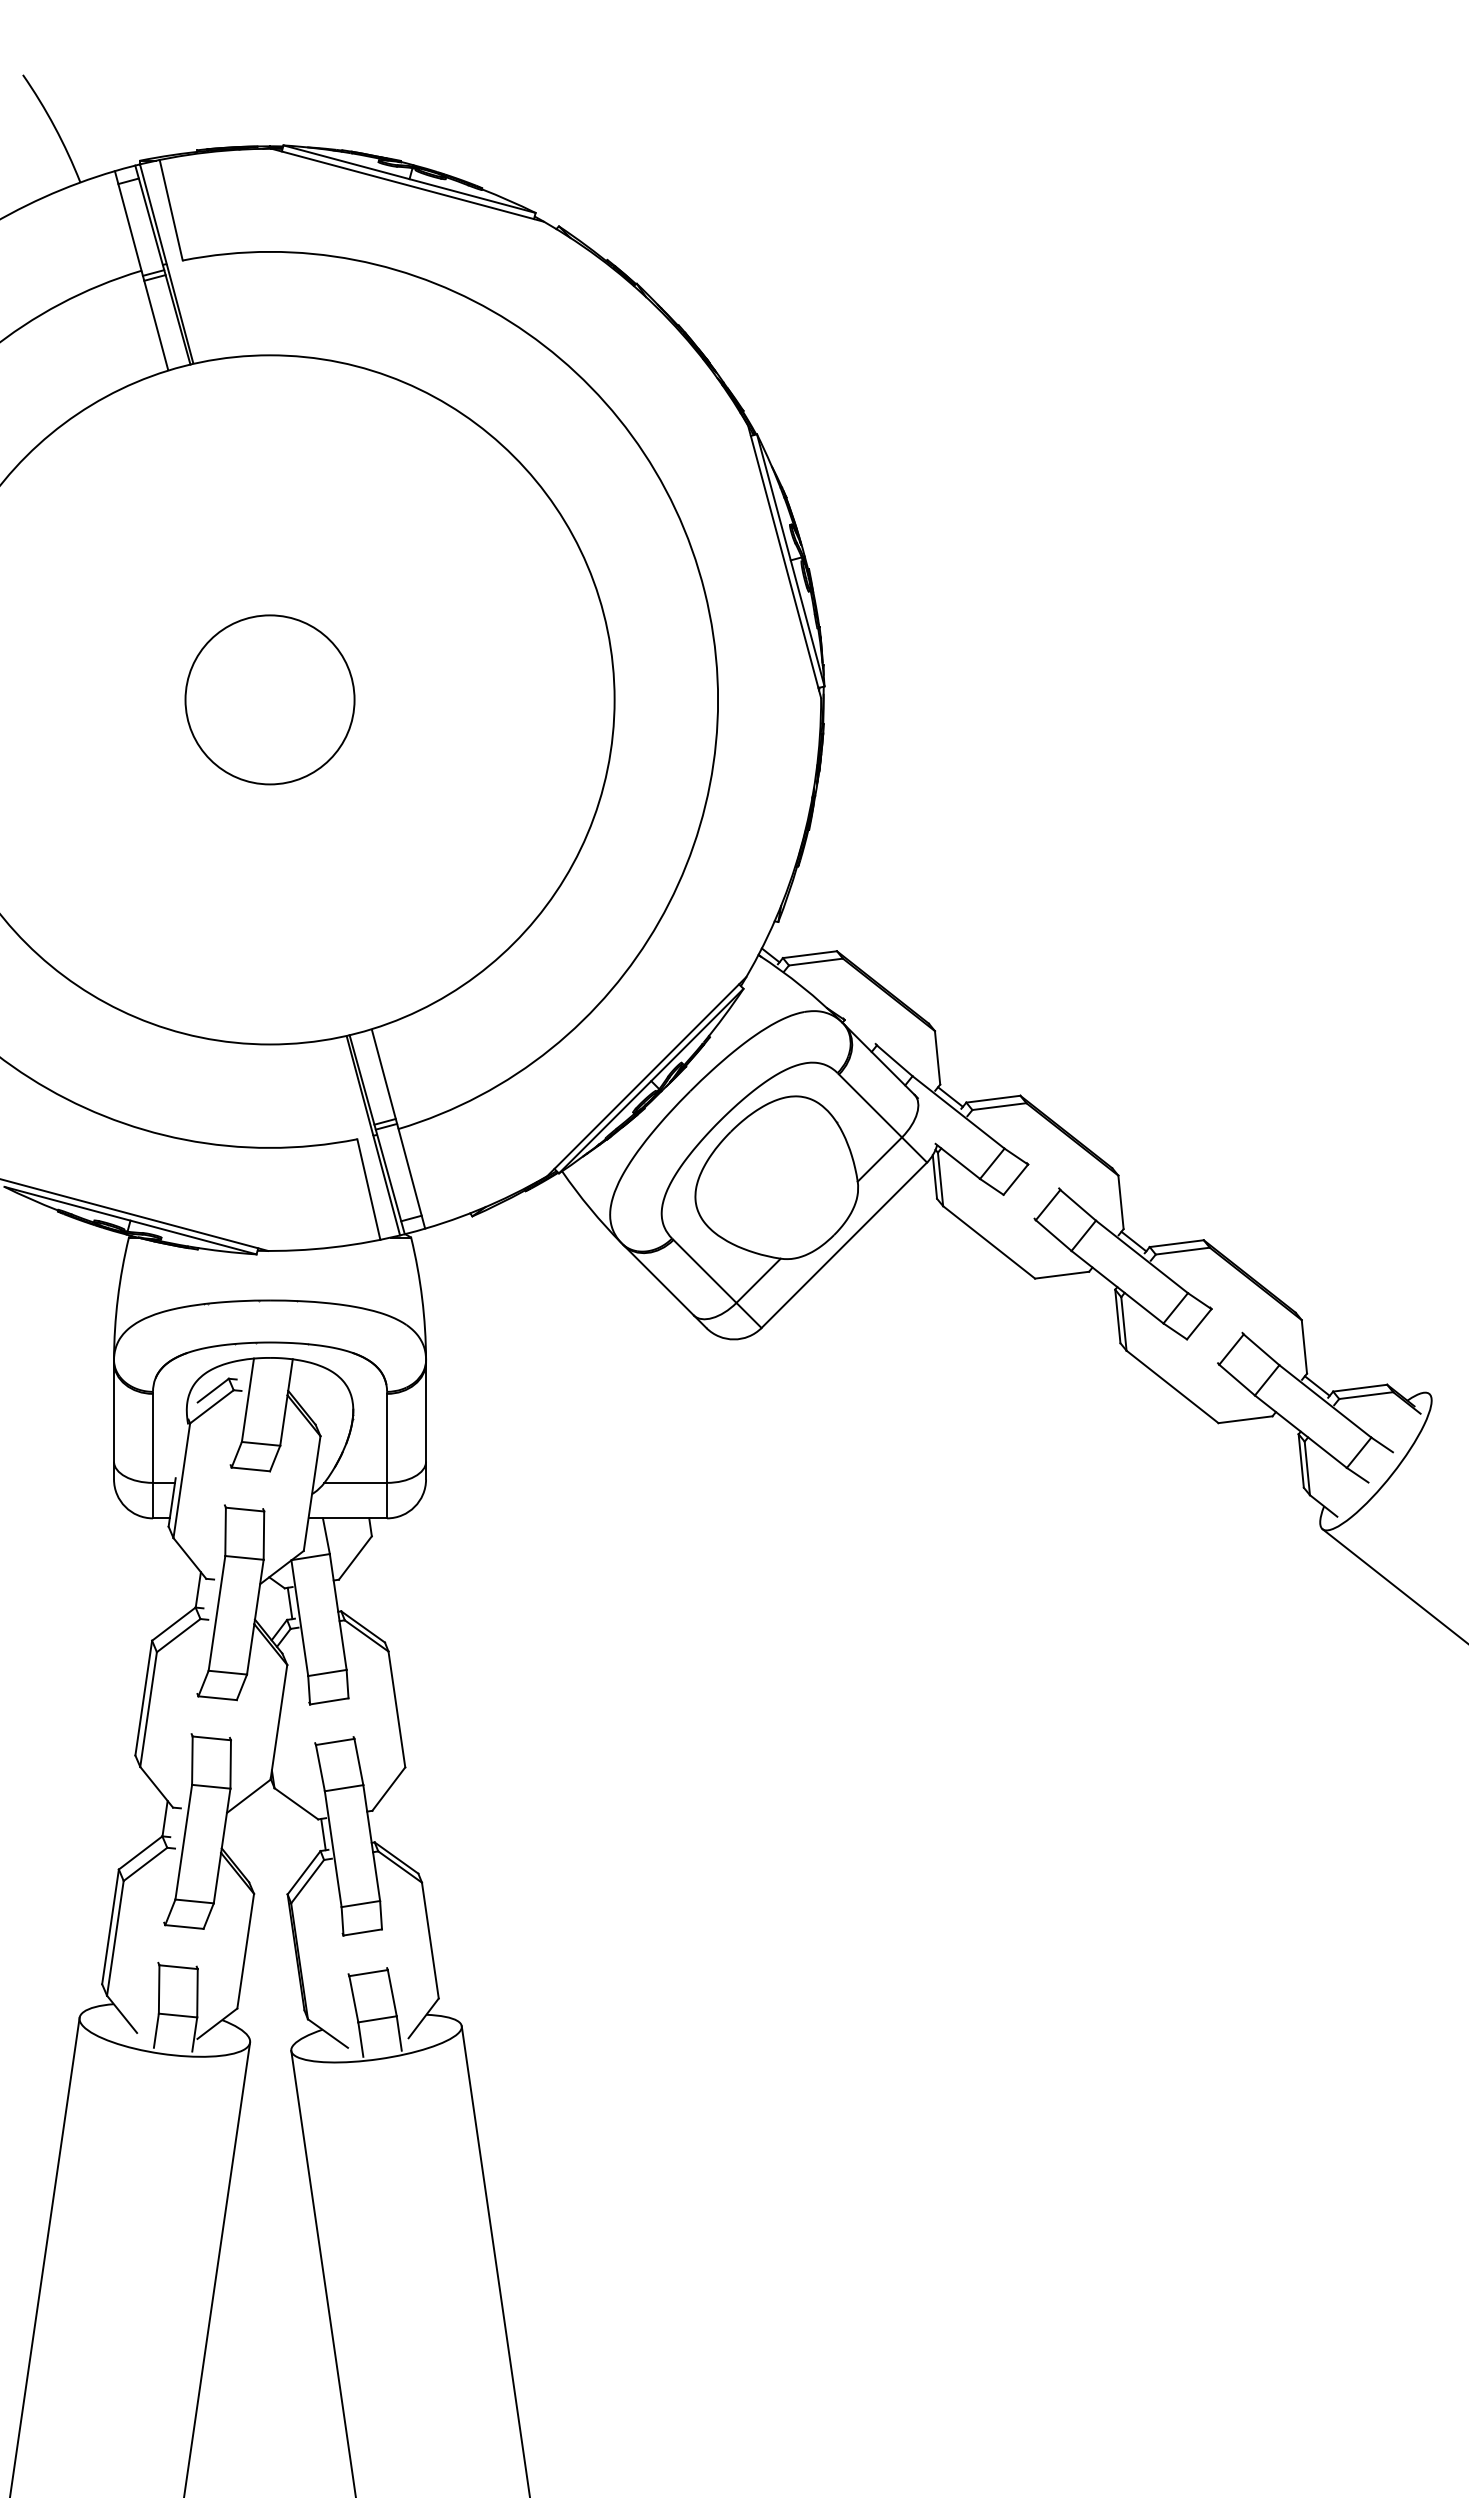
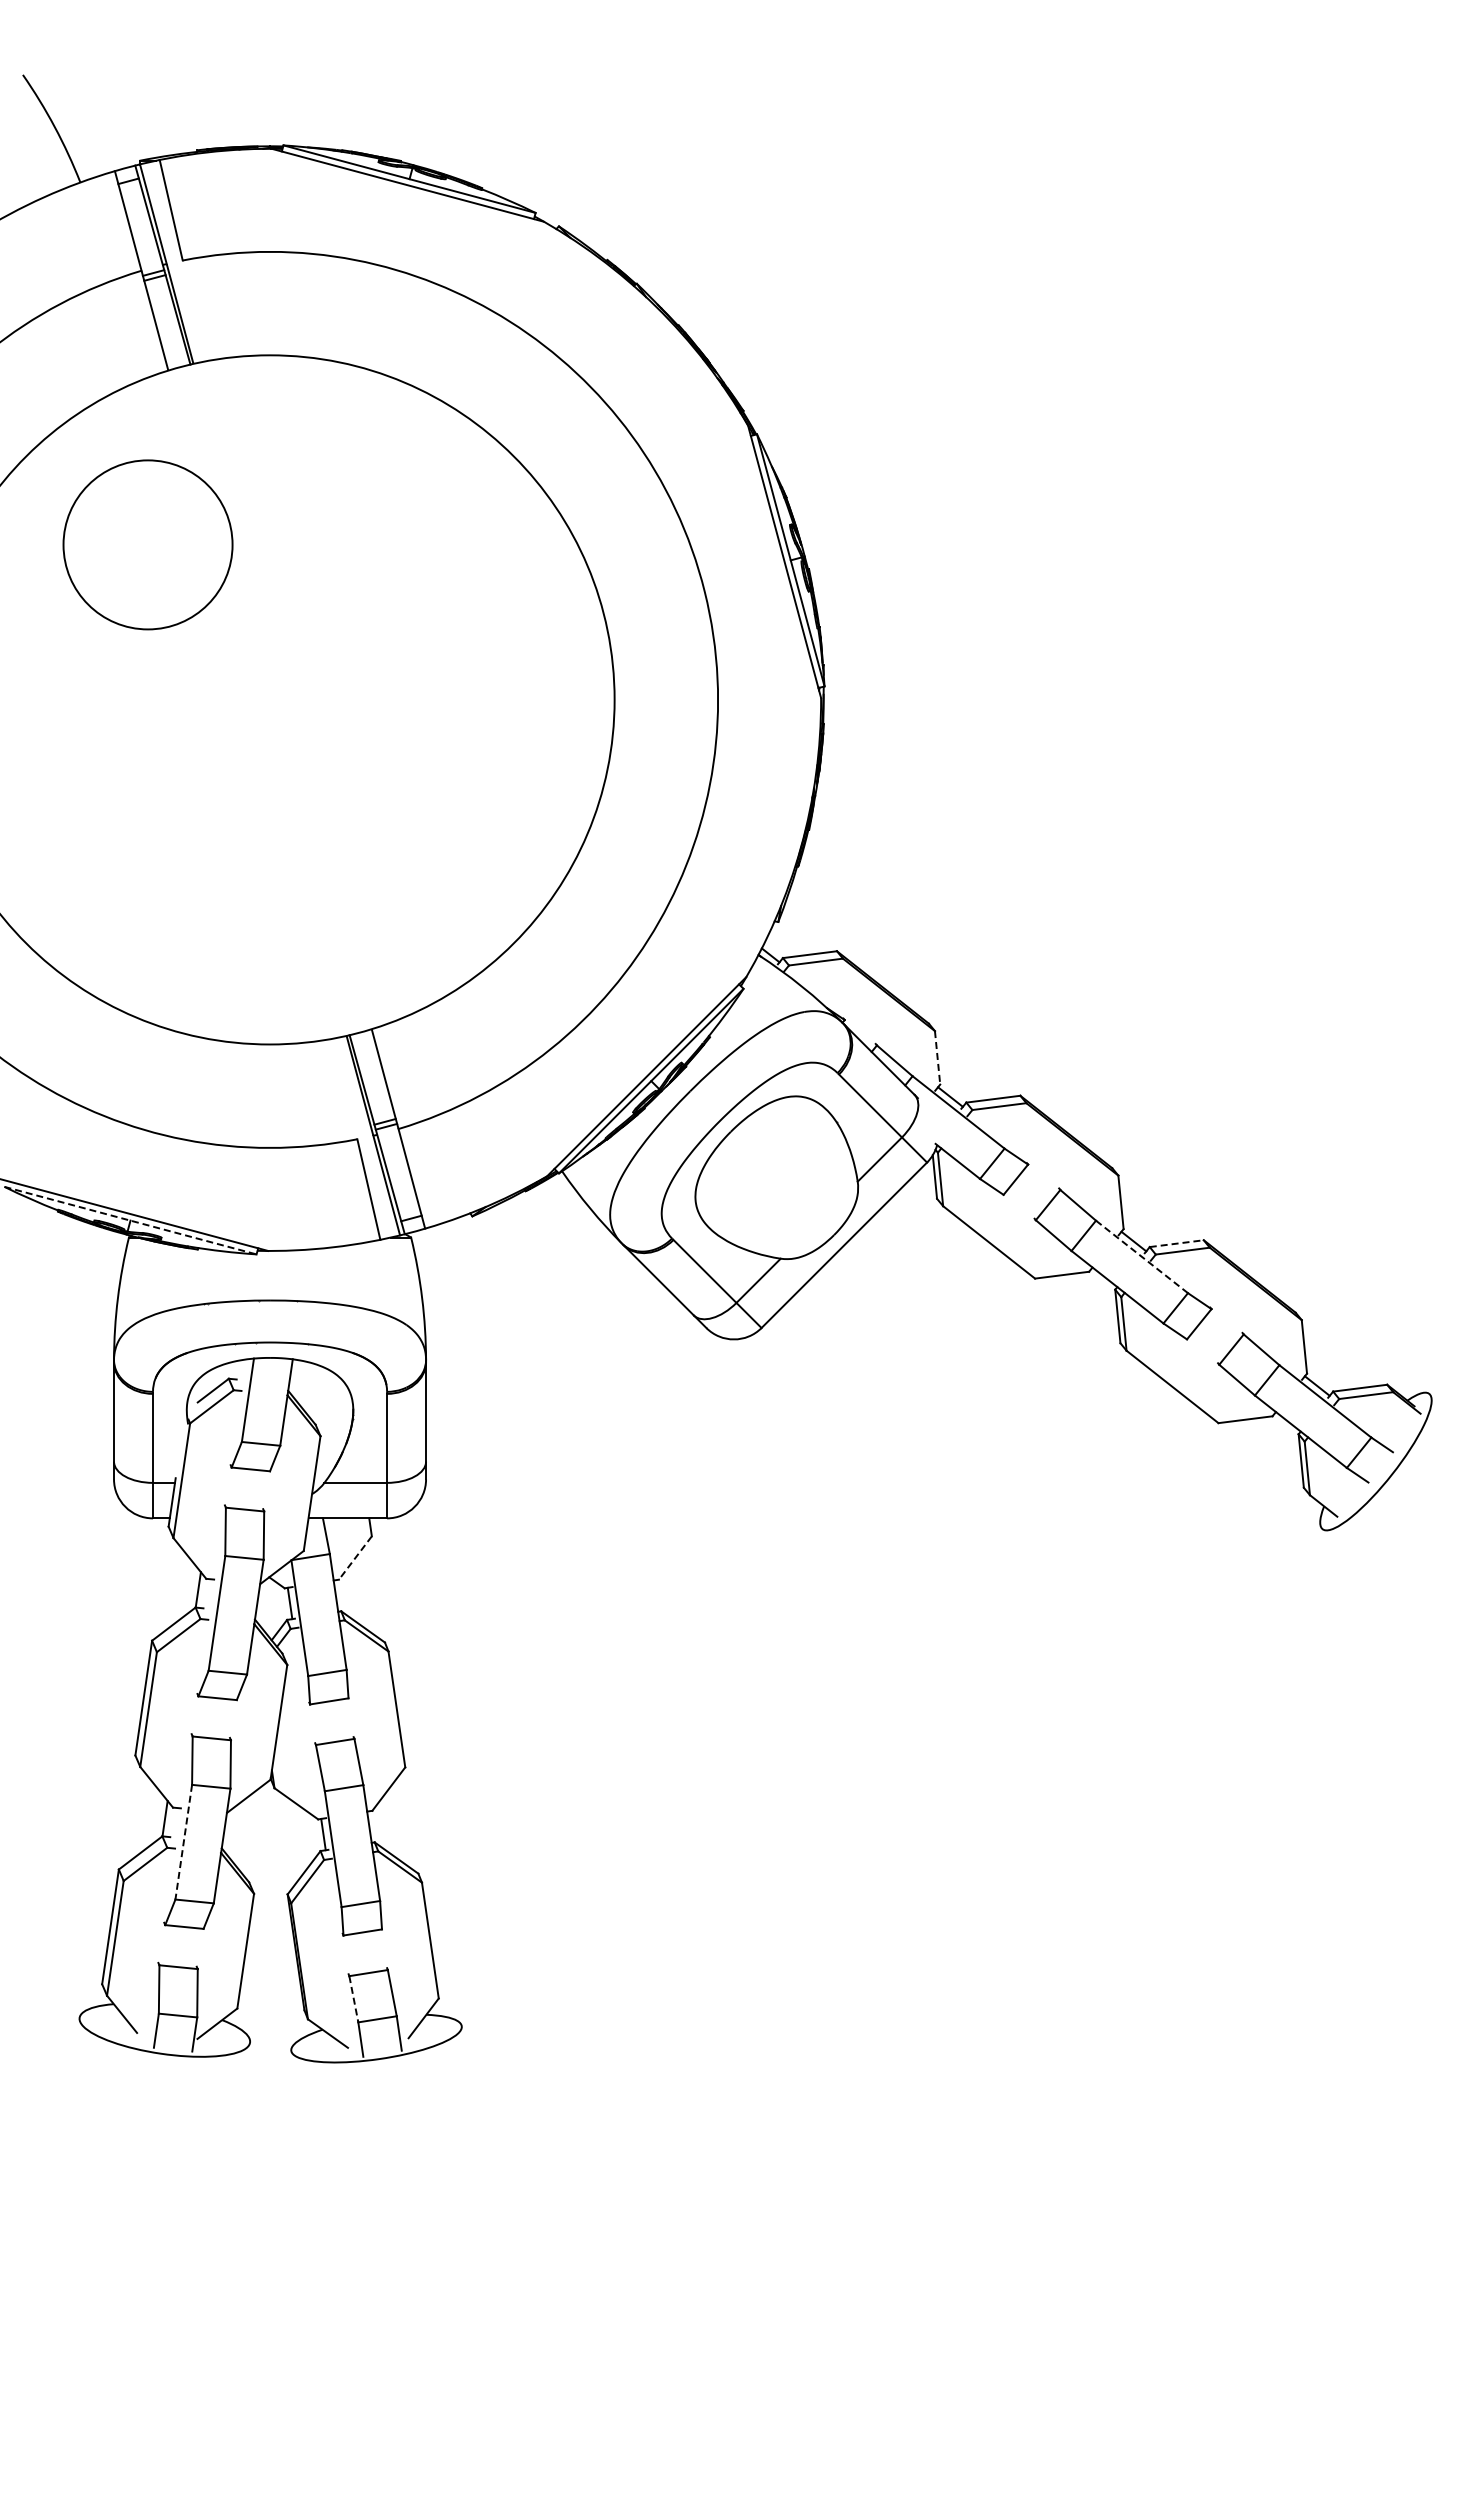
circle at (269, 699) position: (269, 699) -> (147, 544)
line at (937, 1057): solid -> dashed
line at (130, 1220): solid -> dashed
line at (1177, 1243): solid -> dashed
line at (1142, 1256): solid -> dashed
line at (355, 1558): solid -> dashed
line at (1393, 1585): present -> none
line at (183, 1842): solid -> dashed
line at (353, 1999): solid -> dashed
line at (44, 2255): present -> none
line at (495, 2260): present -> none
line at (217, 2268): present -> none
line at (323, 2272): present -> none
